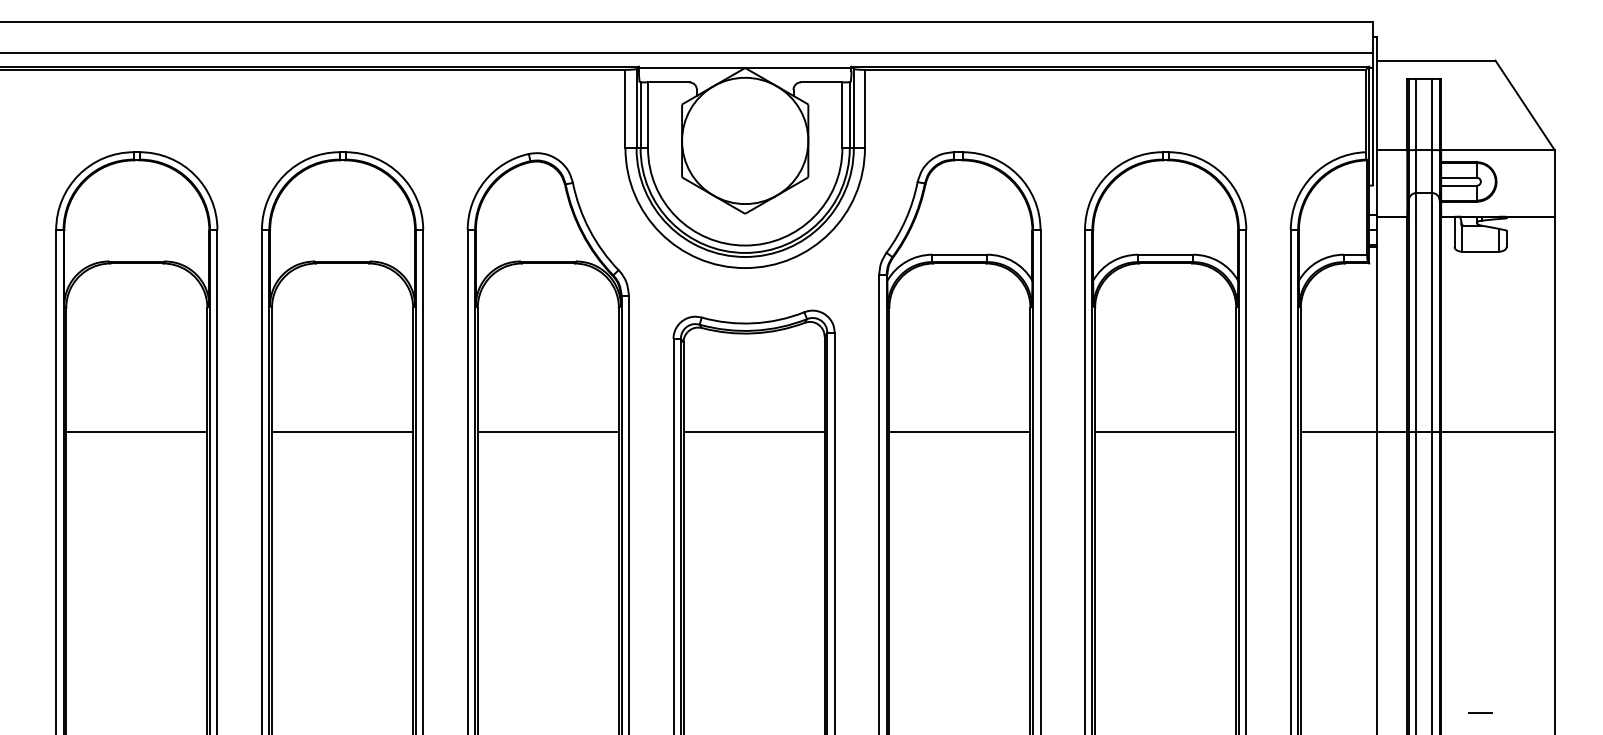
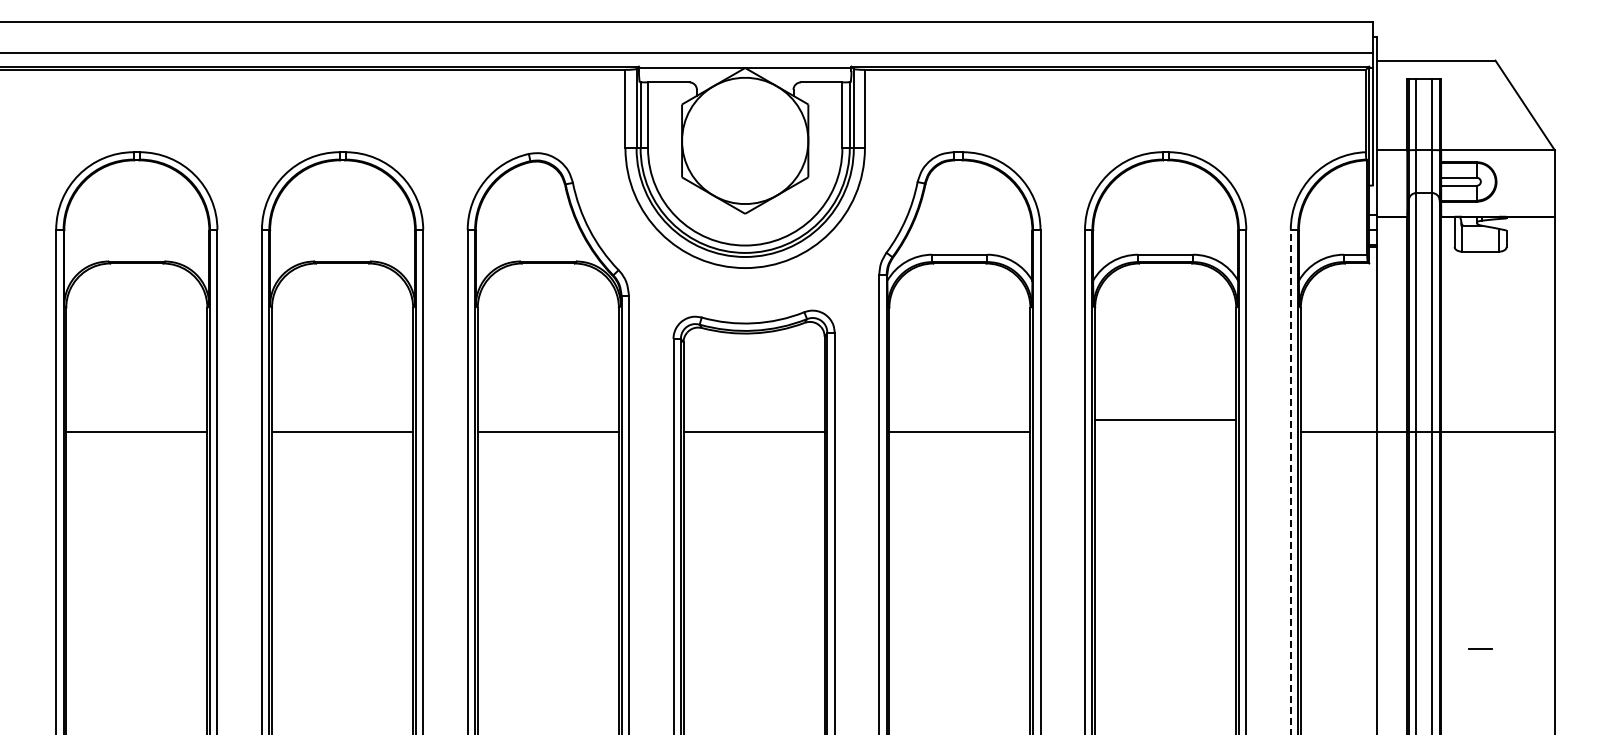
line at (1165, 432) position: (1165, 432) -> (1165, 420)
line at (1290, 481): solid -> dashed
line at (1480, 712) position: (1480, 712) -> (1480, 648)
